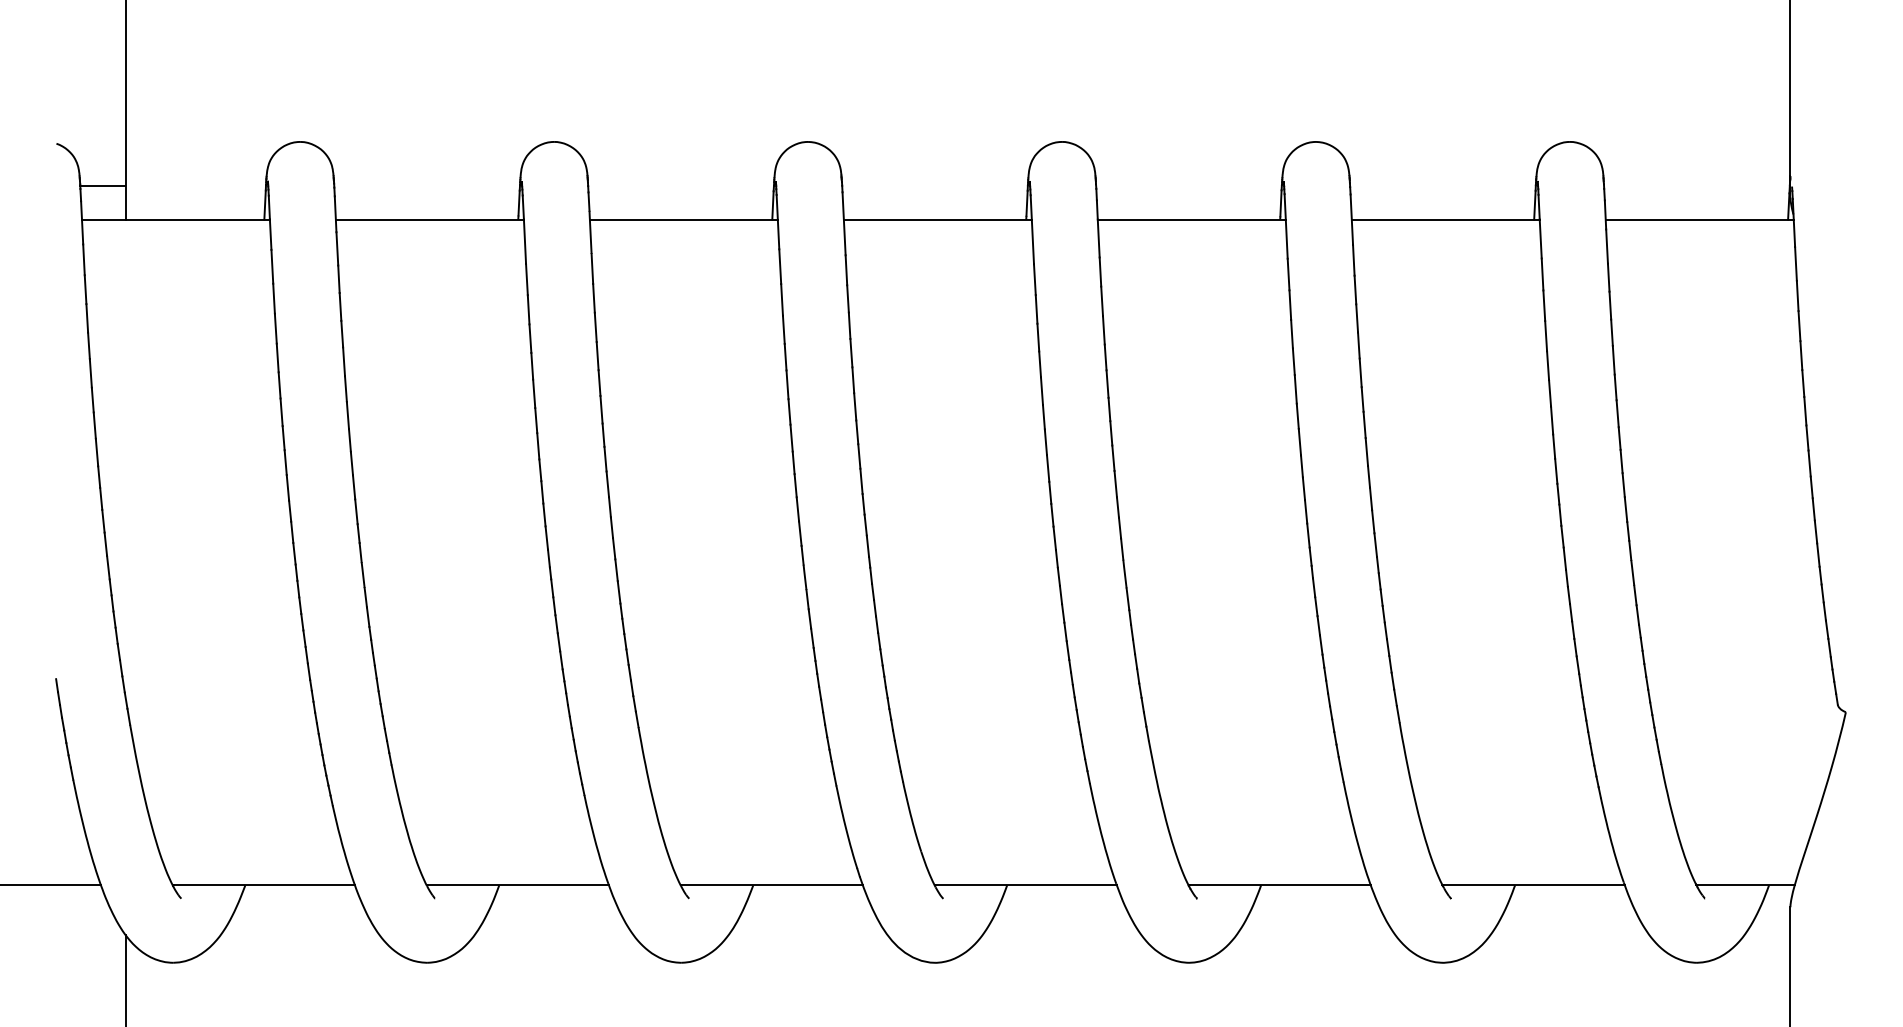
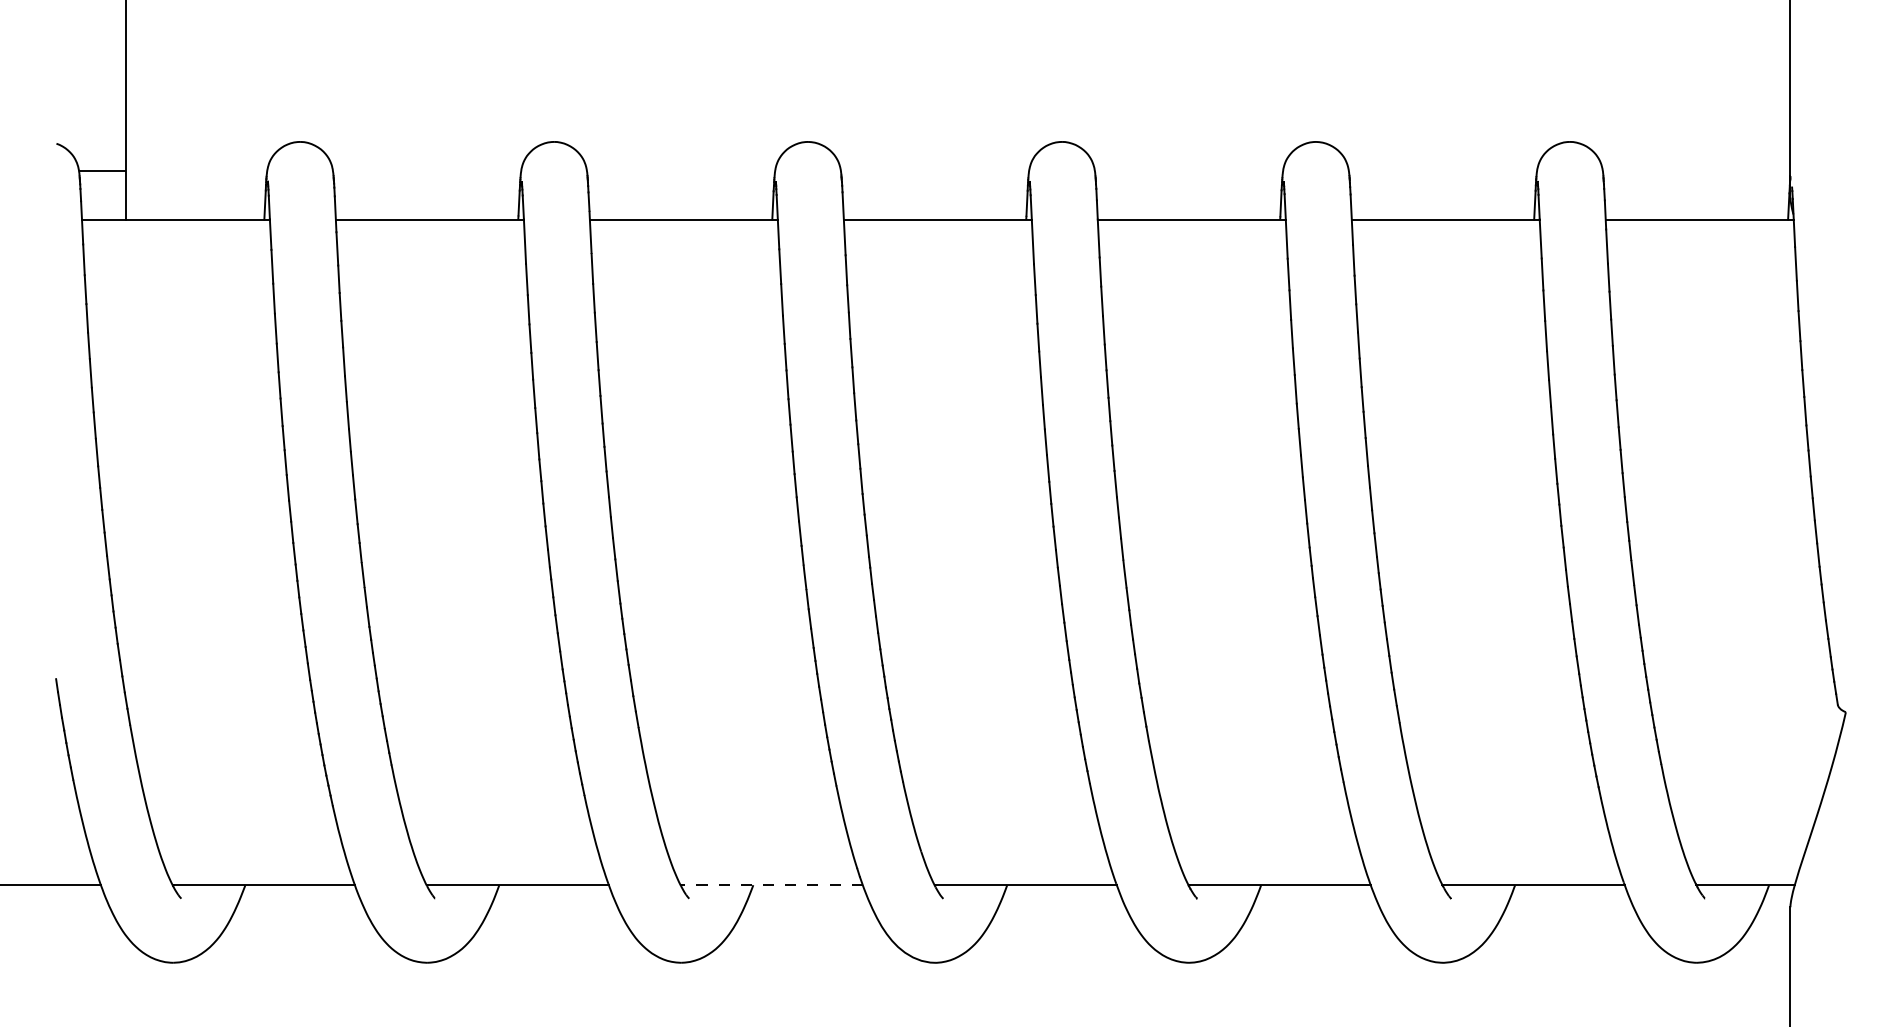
line at (102, 186) position: (102, 186) -> (102, 171)
line at (771, 885): solid -> dashed
line at (125, 979): present -> none
